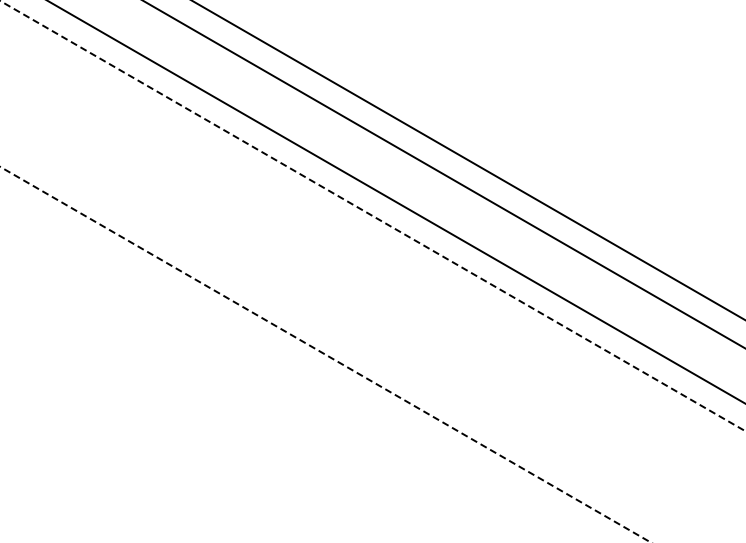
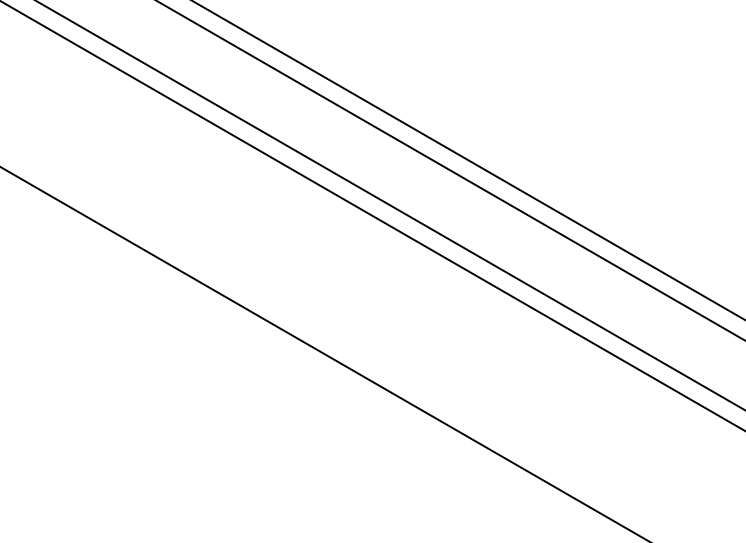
line at (443, 174) position: (443, 174) -> (450, 170)
line at (396, 201) position: (396, 201) -> (390, 205)
line at (373, 216): dashed -> solid
line at (326, 355): dashed -> solid
